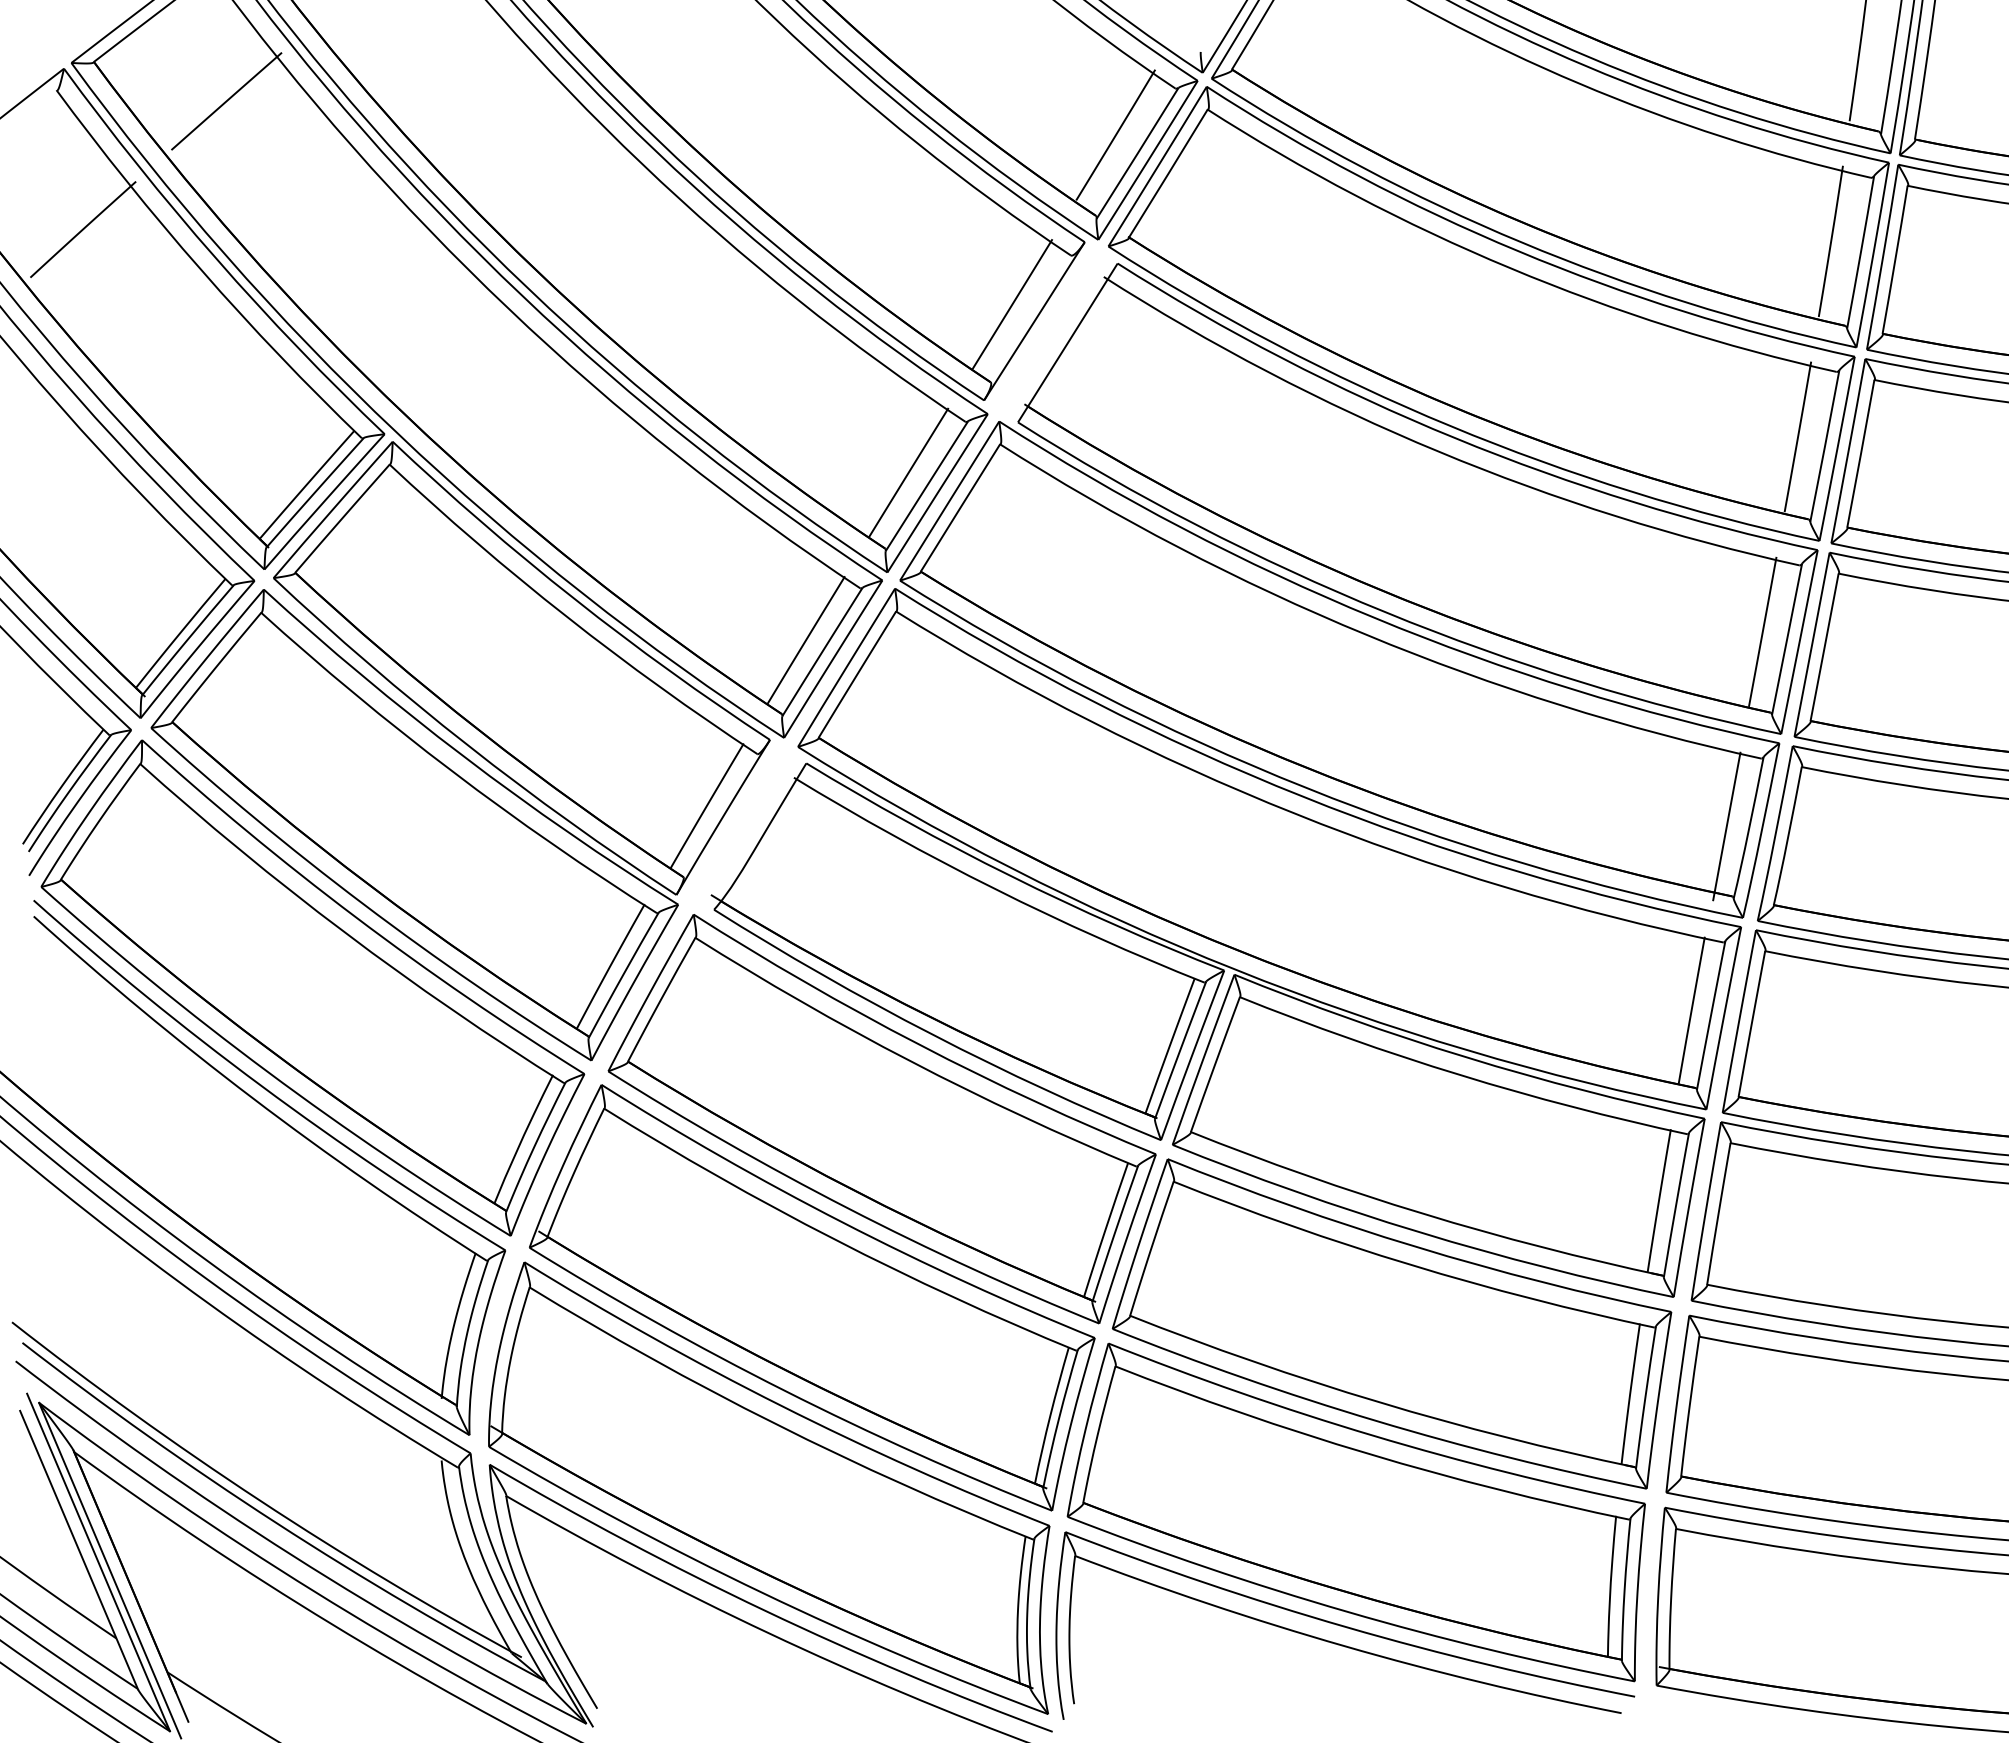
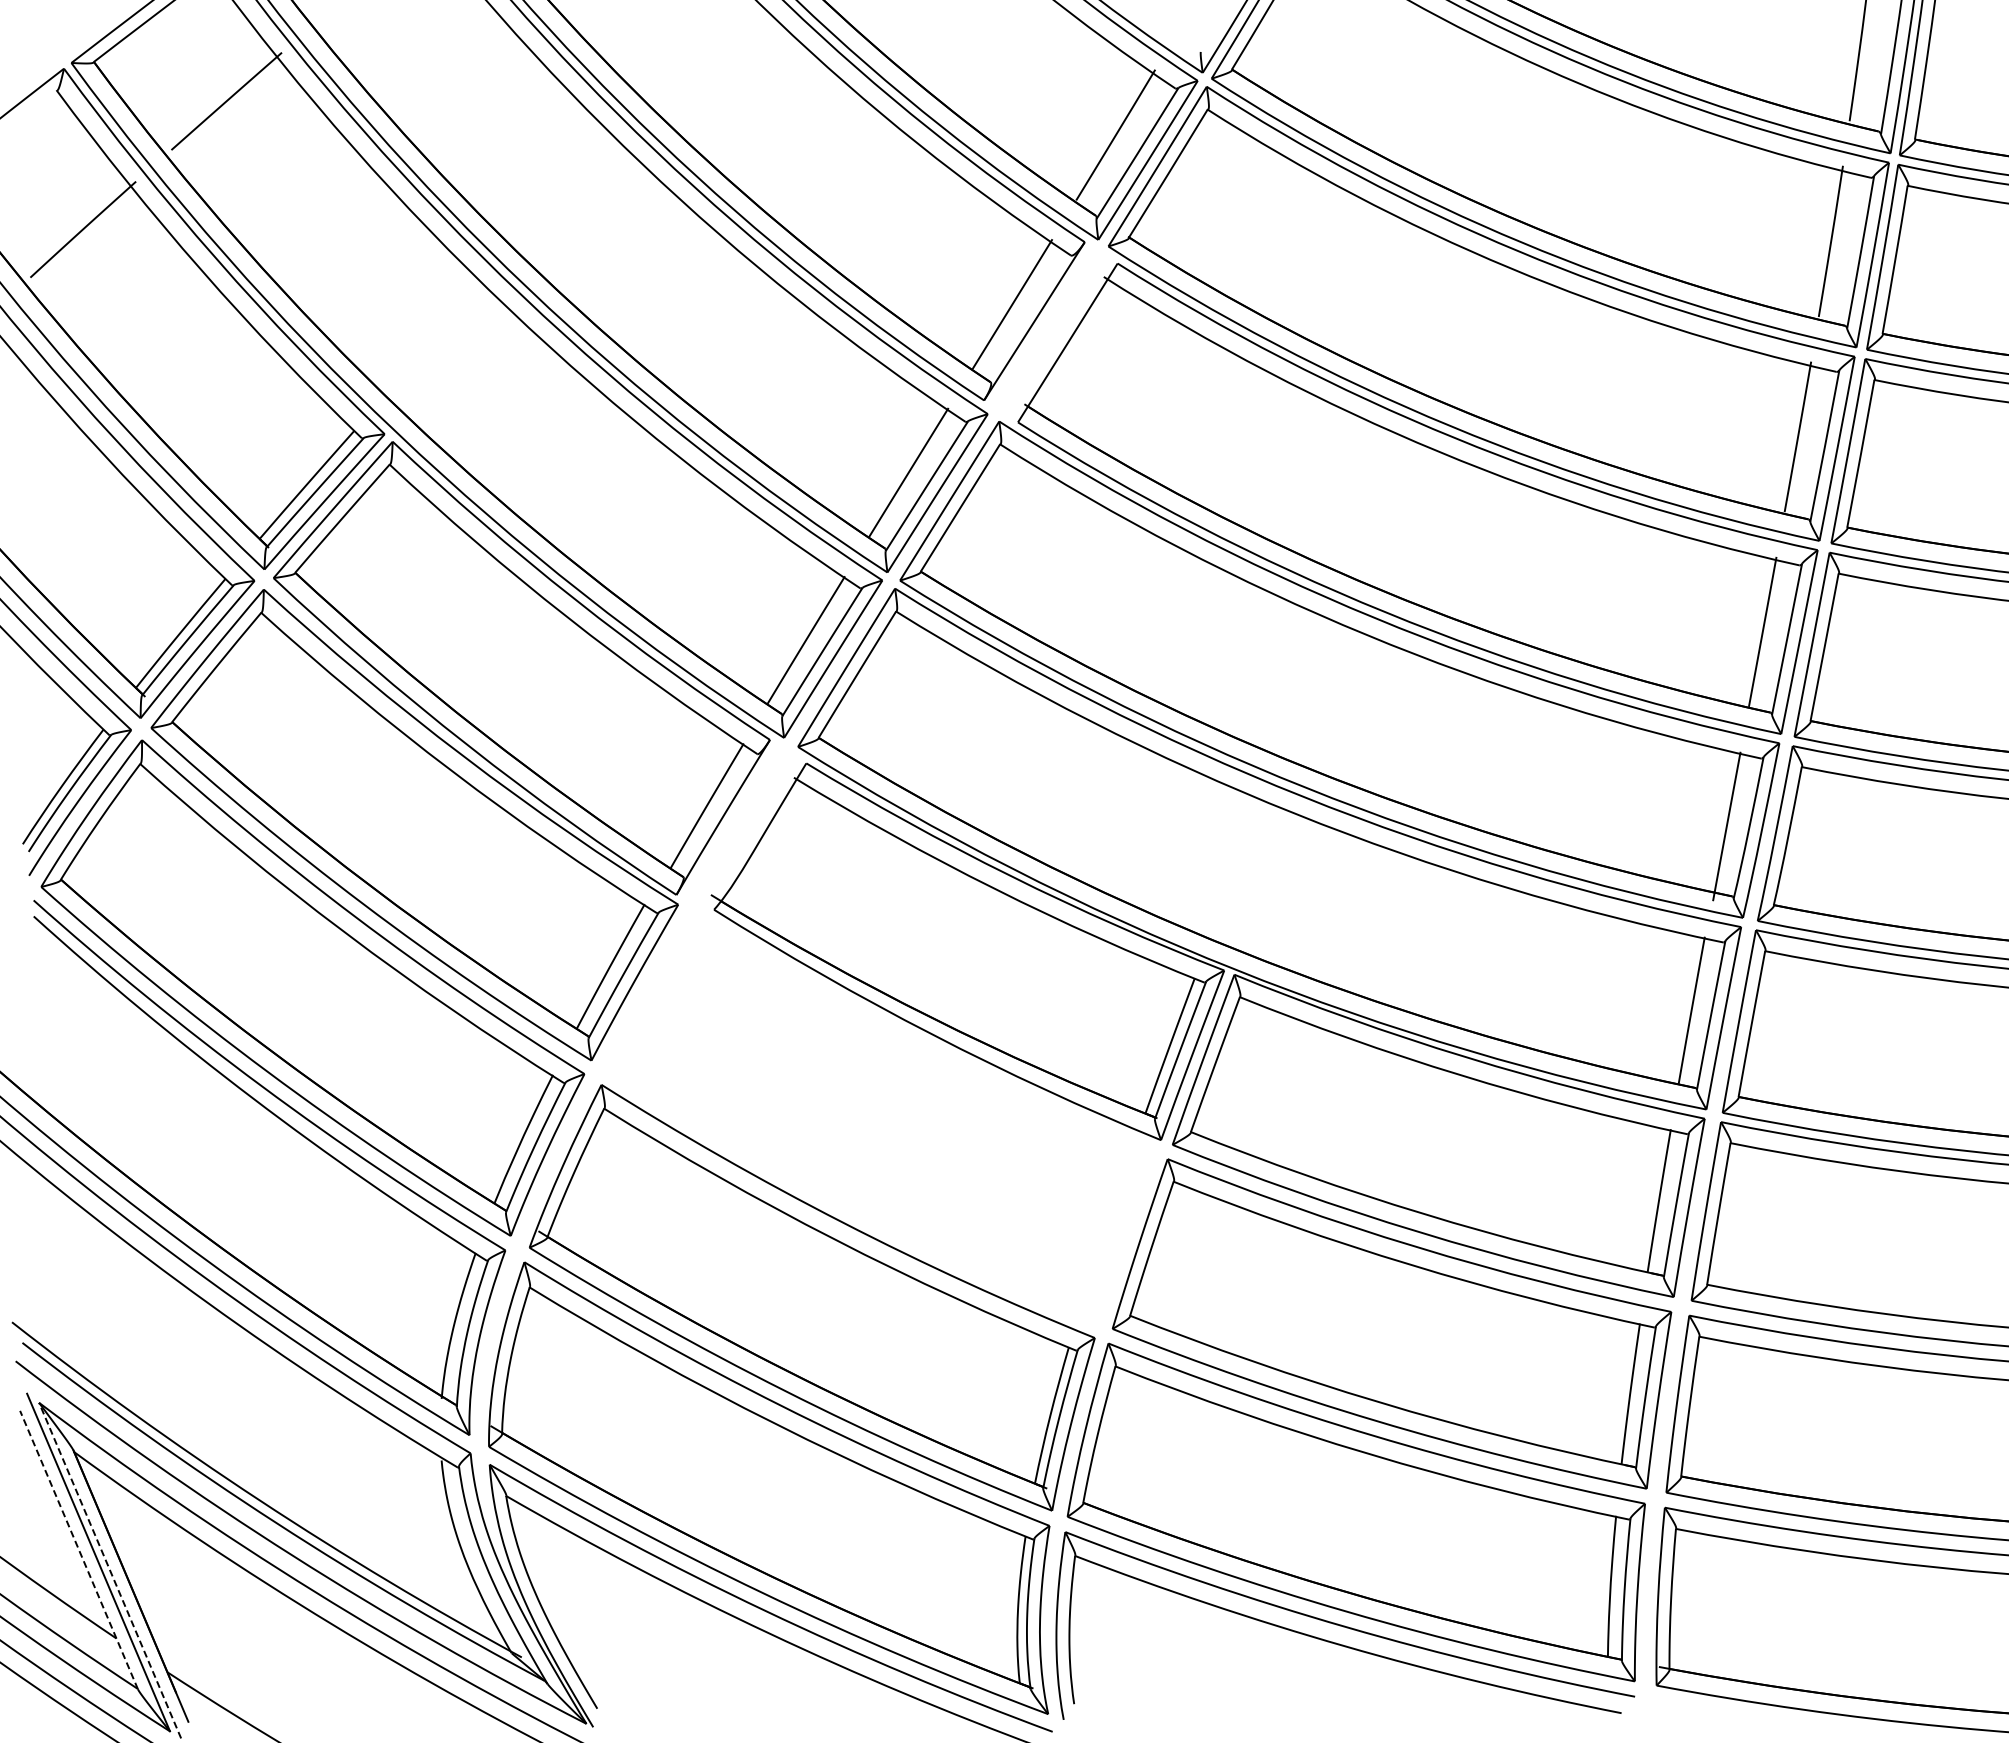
part at (881, 1119): present -> none
line at (78, 1549): solid -> dashed
line at (109, 1570): solid -> dashed
